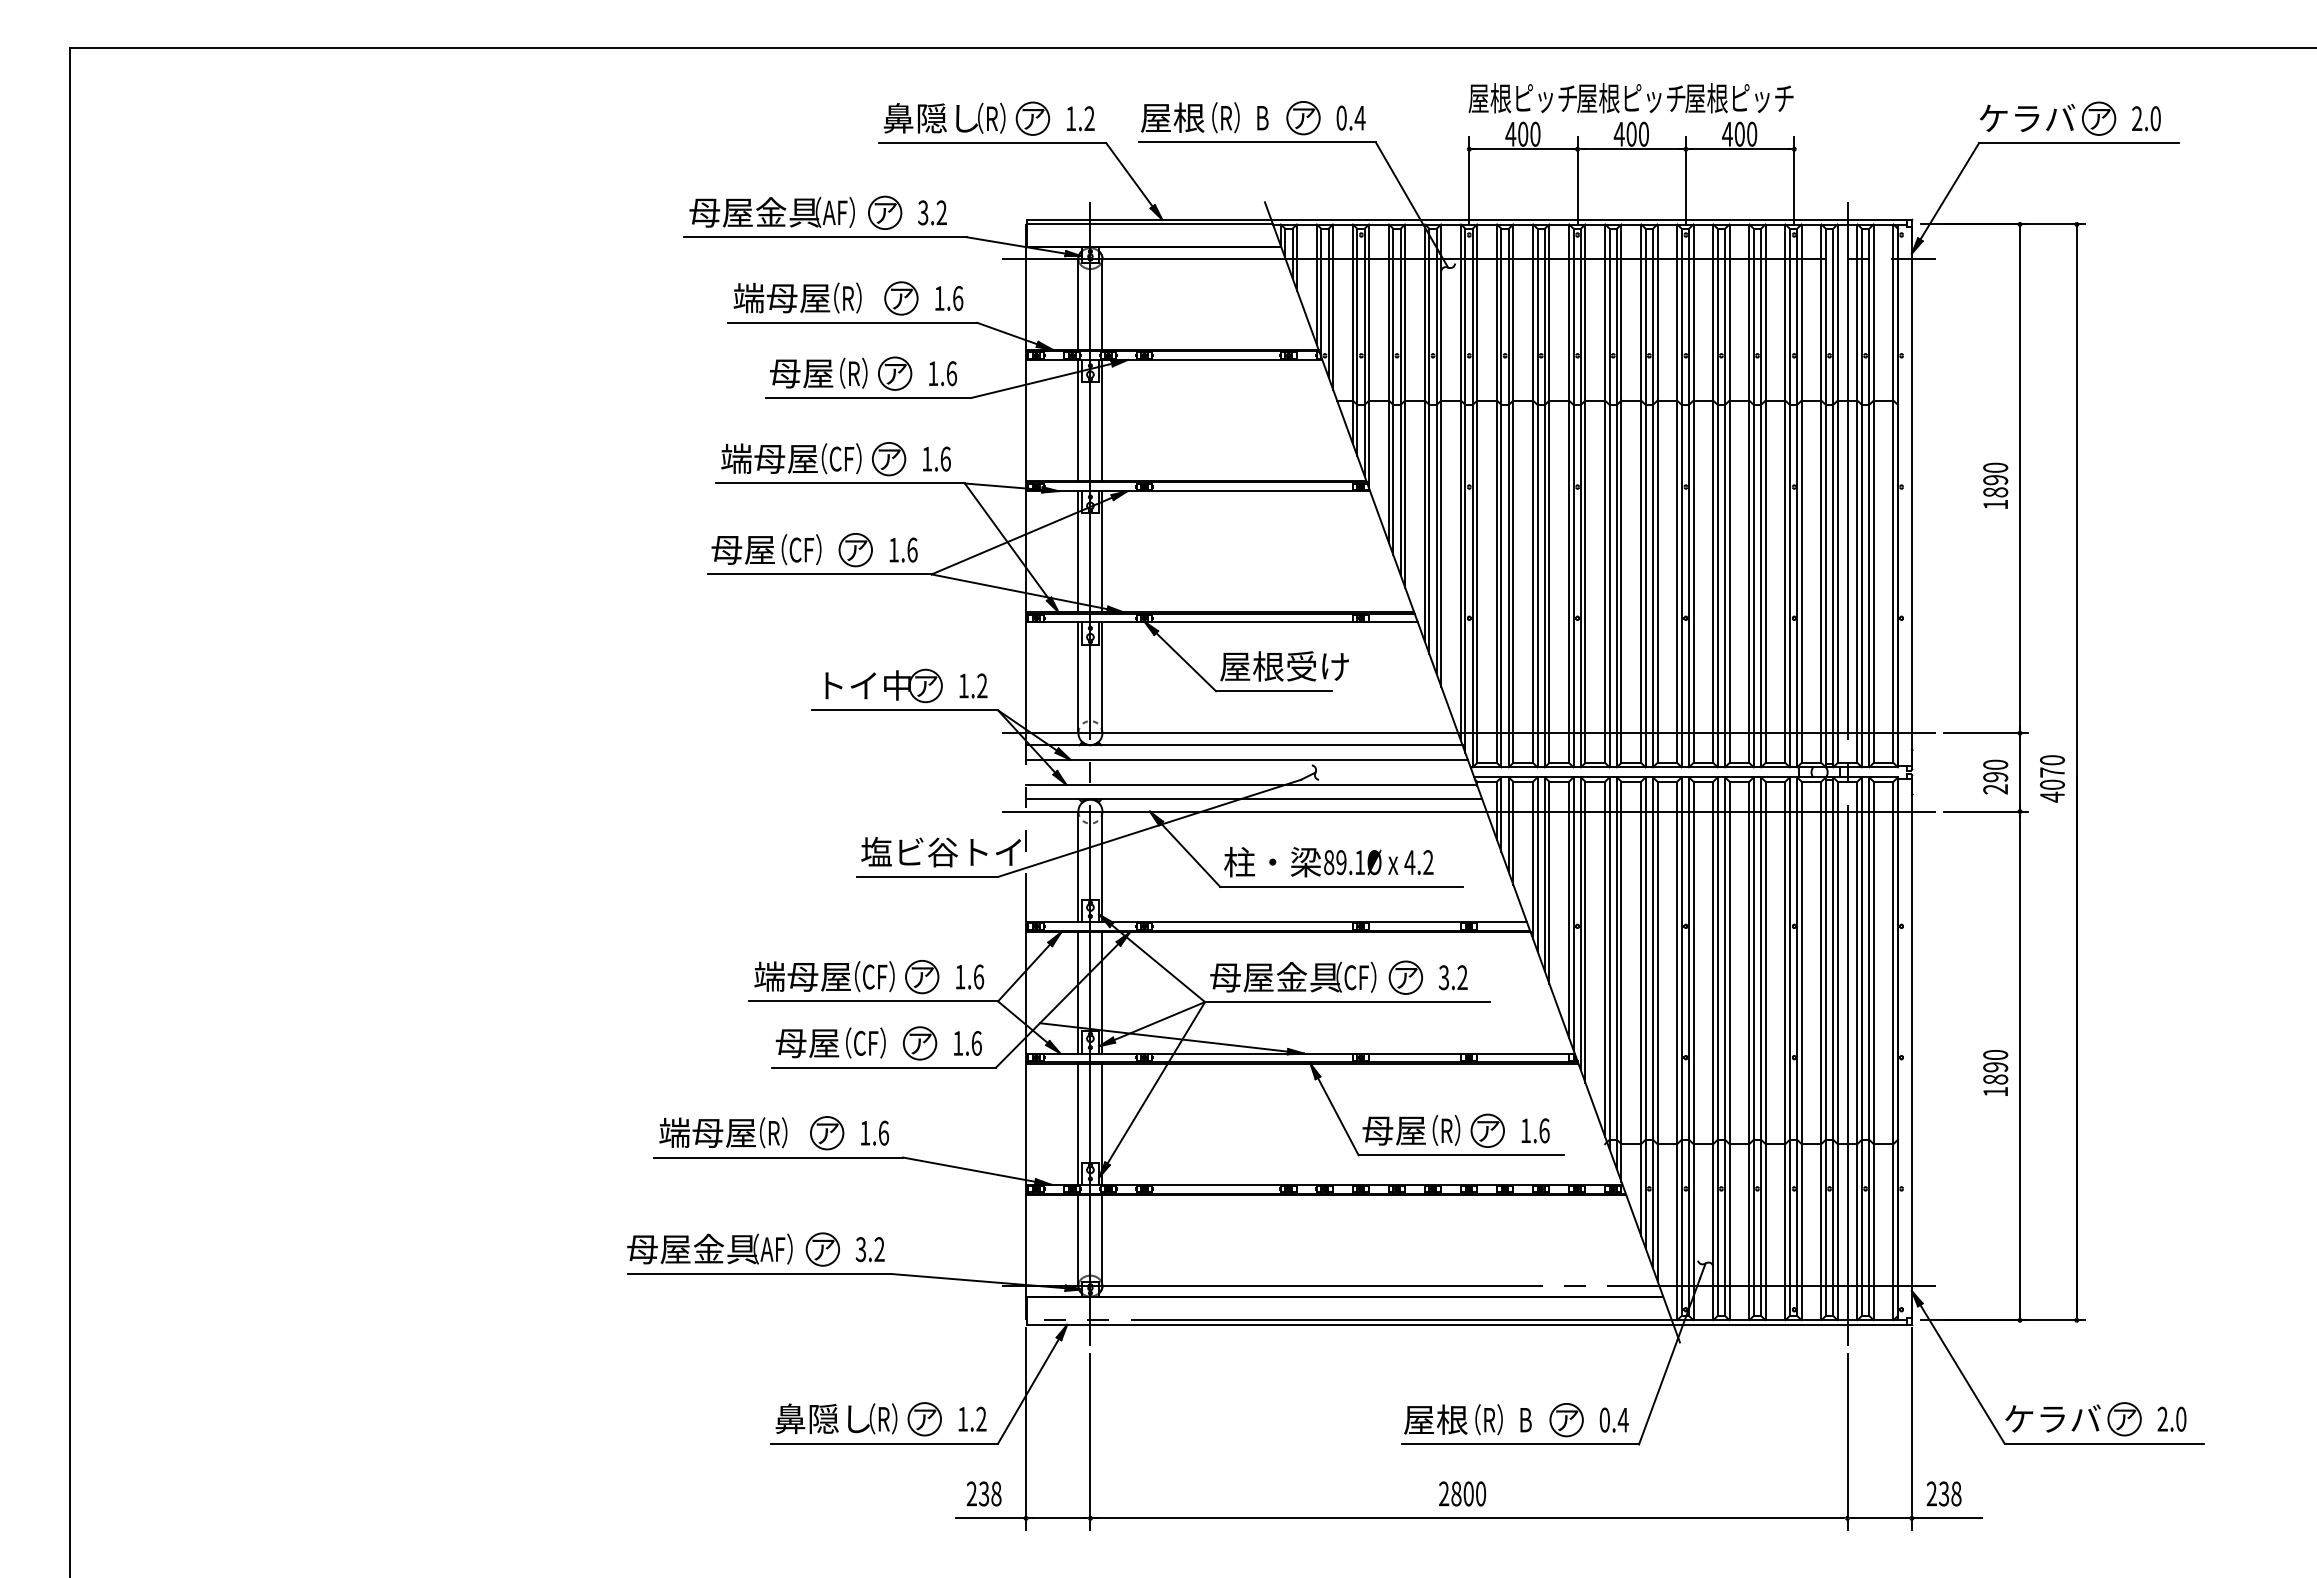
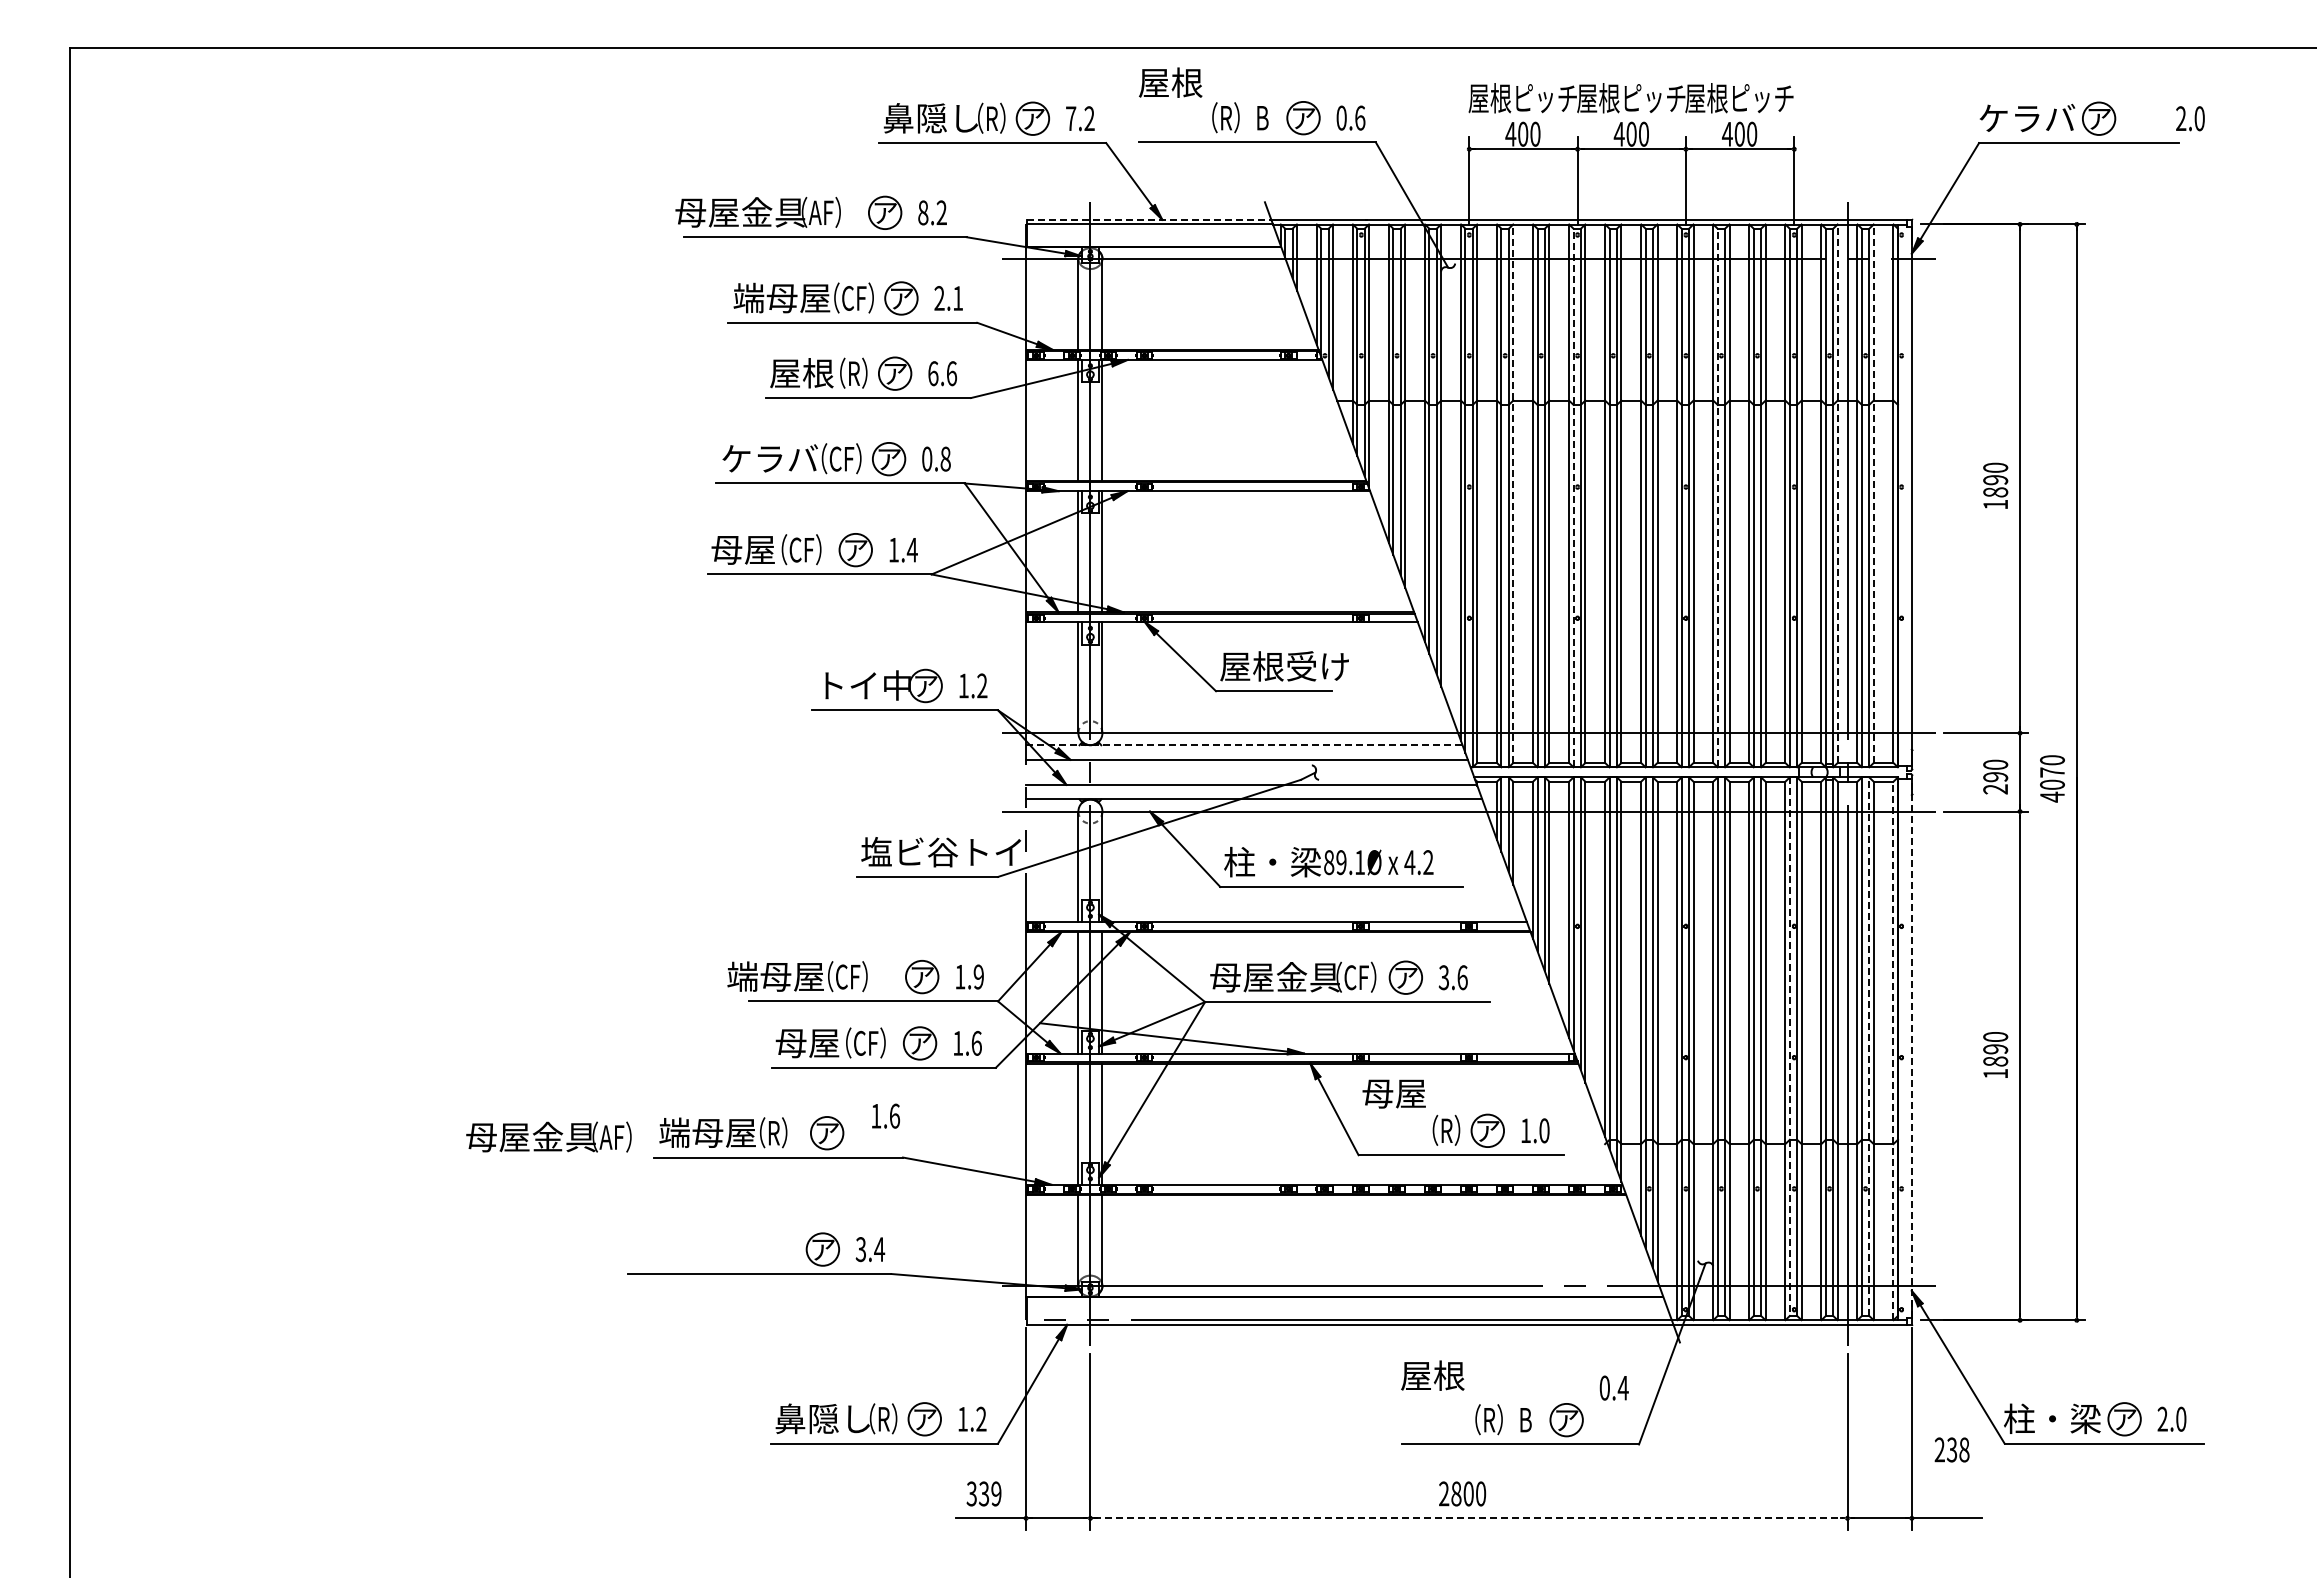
text at (1172, 117) position: (1172, 117) -> (1170, 82)
text at (1359, 117): 0.4 -> 0.6
text at (1071, 118): 1.2 -> 7.2
text at (2146, 118) position: (2146, 118) -> (2190, 118)
text at (771, 212) position: (771, 212) -> (757, 212)
text at (923, 212): 3.2 -> 8.2
line at (1149, 219): solid -> dashed
text at (857, 297): （R） -> （CF）
text at (948, 298): 1.6 -> 2.1
text at (801, 373): 母屋 -> 屋根
text at (933, 373): 1.6 -> 6.6
text at (769, 458): 端母屋 -> ケラバ
text at (936, 458): 1.6 -> 0.8
line at (1513, 493): solid -> dashed
line at (1837, 493): solid -> dashed
line at (1873, 493): solid -> dashed
line at (1573, 497): solid -> dashed
line at (1717, 497): solid -> dashed
text at (911, 549): 1.6 -> 1.4
line at (1244, 745): solid -> dashed
text at (824, 976) position: (824, 976) -> (797, 976)
text at (978, 976): 1.6 -> 1.9
text at (1462, 977): 3.2 -> 3.6
line at (1869, 1046): solid -> dashed
line at (1789, 1047): solid -> dashed
line at (1911, 1048): solid -> dashed
line at (1893, 1050): solid -> dashed
text at (1995, 1072) position: (1995, 1072) -> (1995, 1054)
text at (1393, 1130) position: (1393, 1130) -> (1393, 1093)
text at (1544, 1130): 1.6 -> 1.0
text at (874, 1132) position: (874, 1132) -> (885, 1115)
text at (709, 1248) position: (709, 1248) -> (548, 1136)
text at (879, 1249): 3.2 -> 3.4
text at (2052, 1418): ケラバ -> 柱・梁
text at (1435, 1419) position: (1435, 1419) -> (1432, 1375)
text at (1613, 1419) position: (1613, 1419) -> (1613, 1387)
text at (983, 1493): 238 -> 339
text at (1943, 1493) position: (1943, 1493) -> (1951, 1449)
line at (1469, 1518): solid -> dashed
